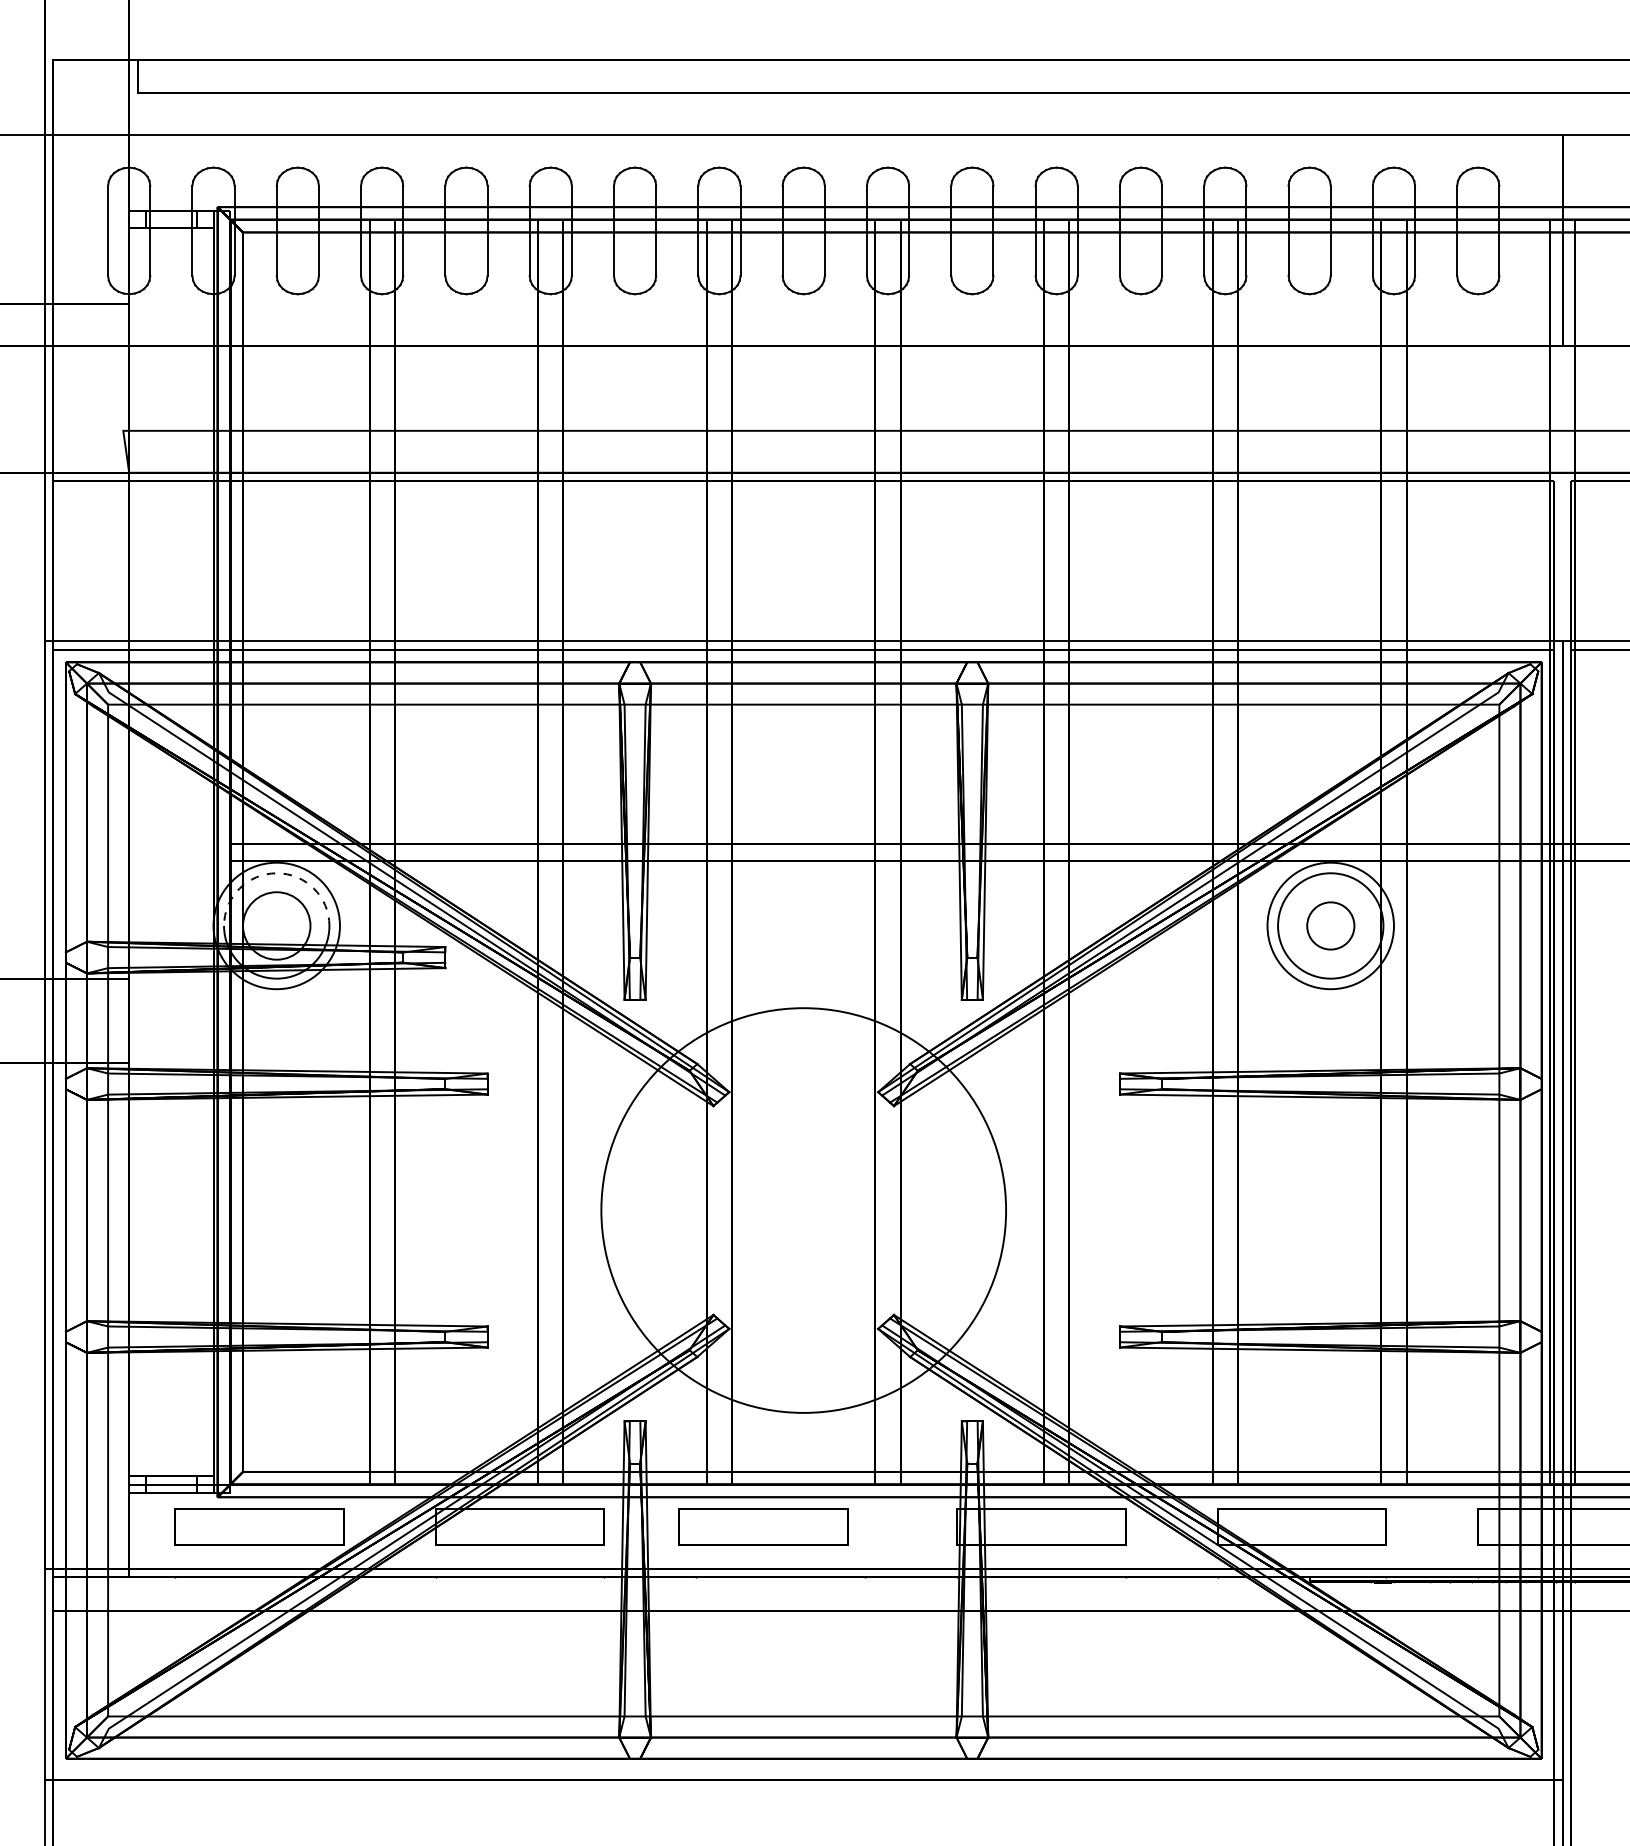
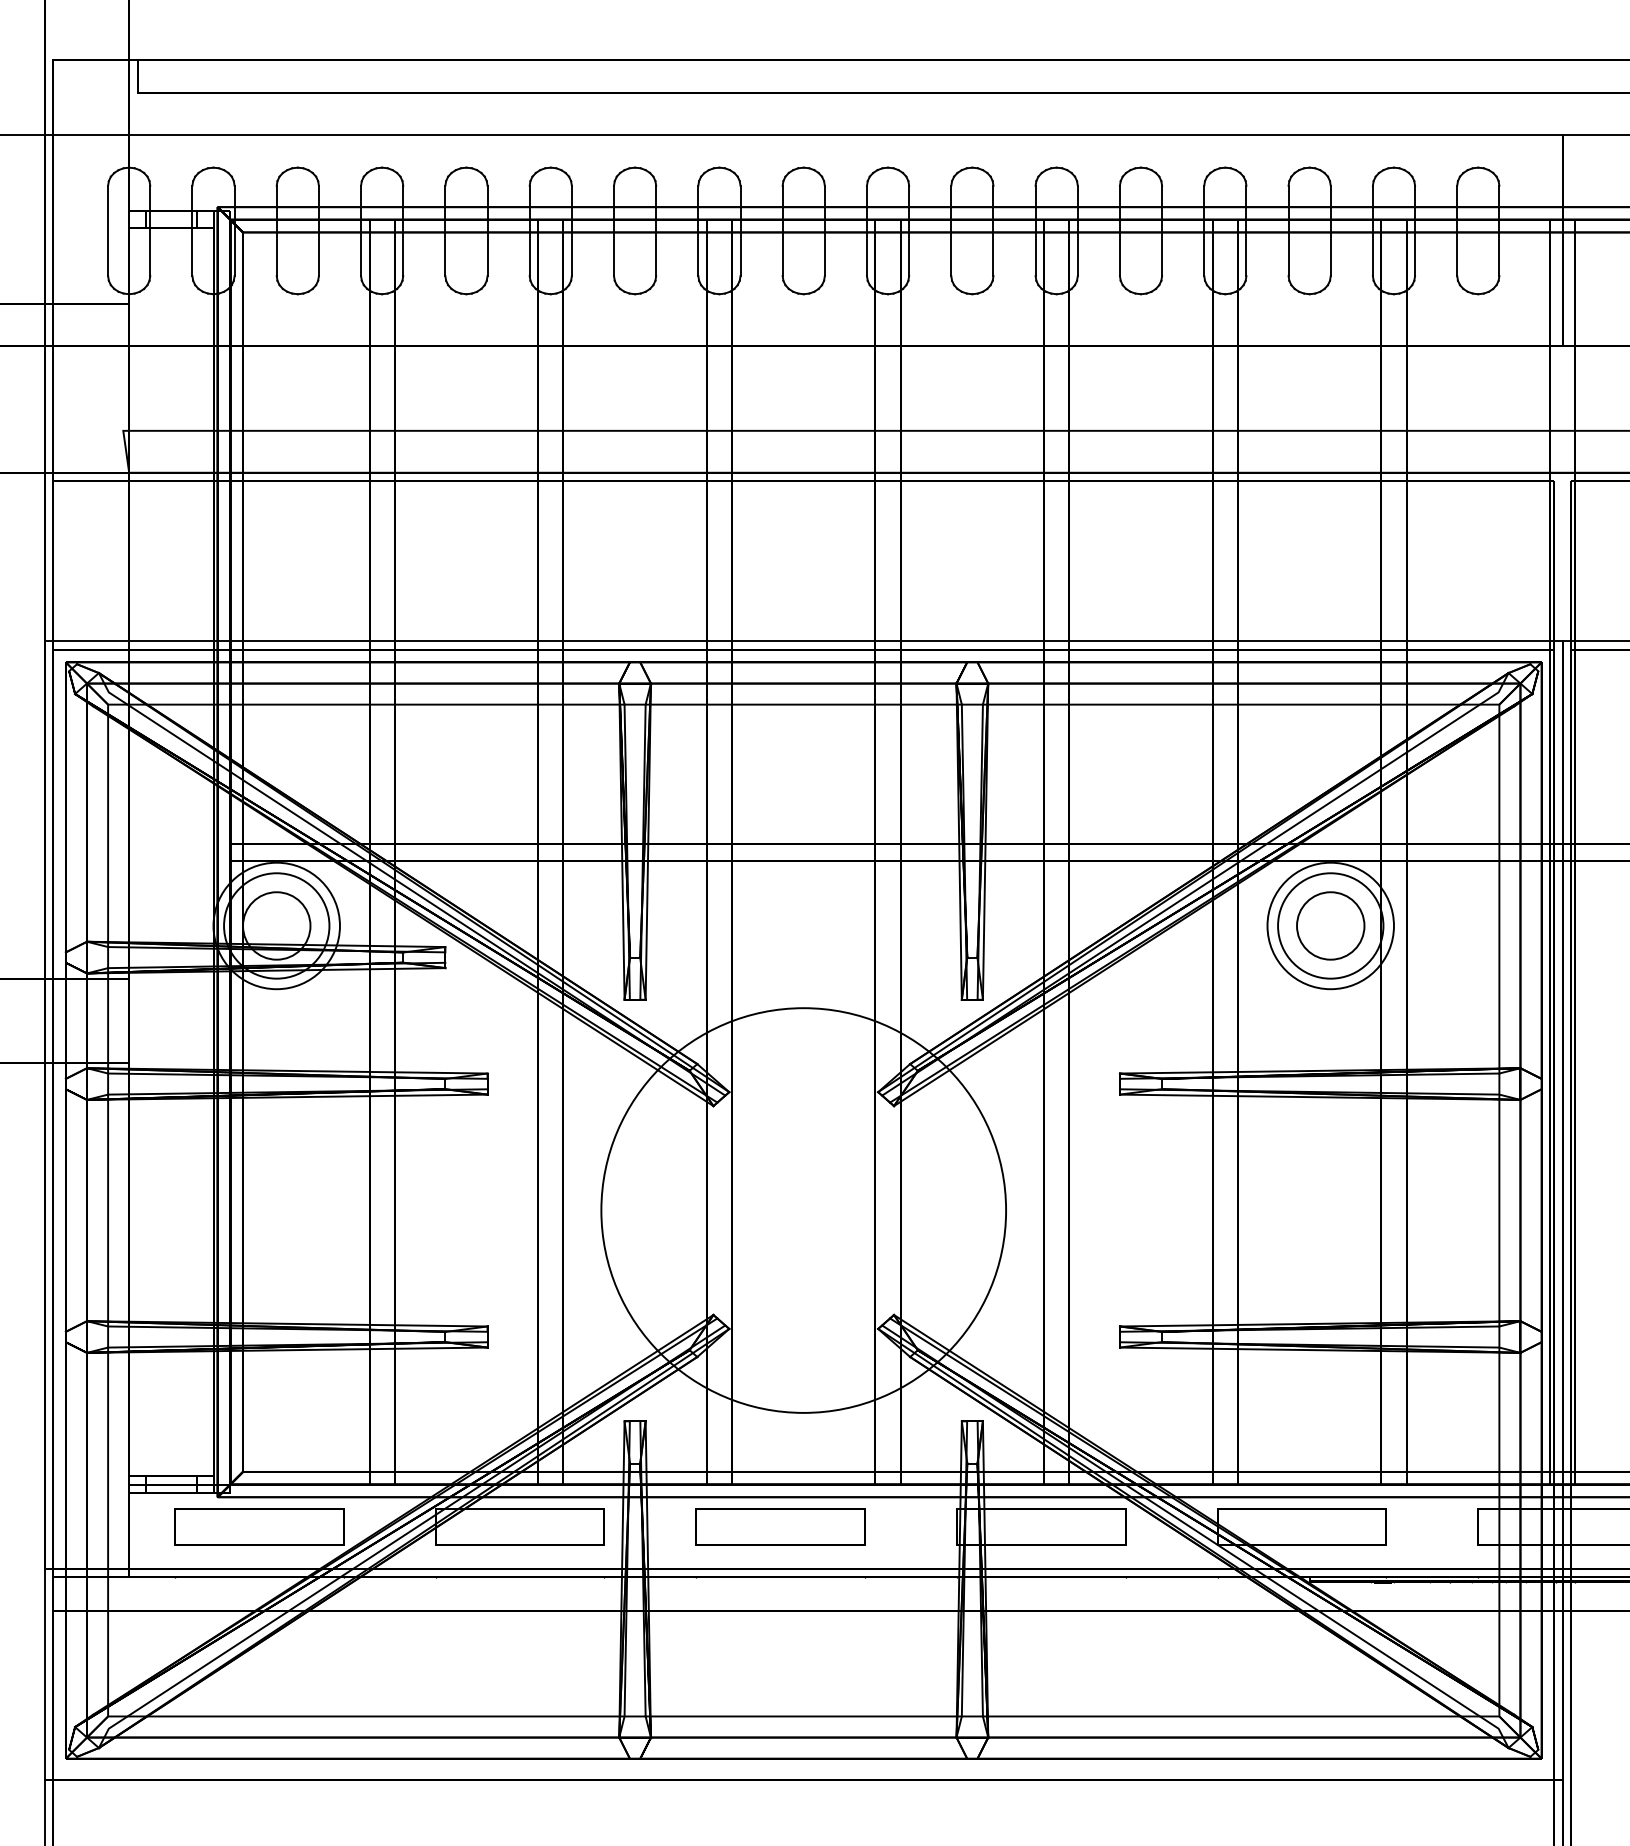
arc at (276, 873): dashed -> solid
part at (1330, 925) size: 50x50 px -> 70x70 px
part at (763, 1526) position: (763, 1526) -> (780, 1526)
